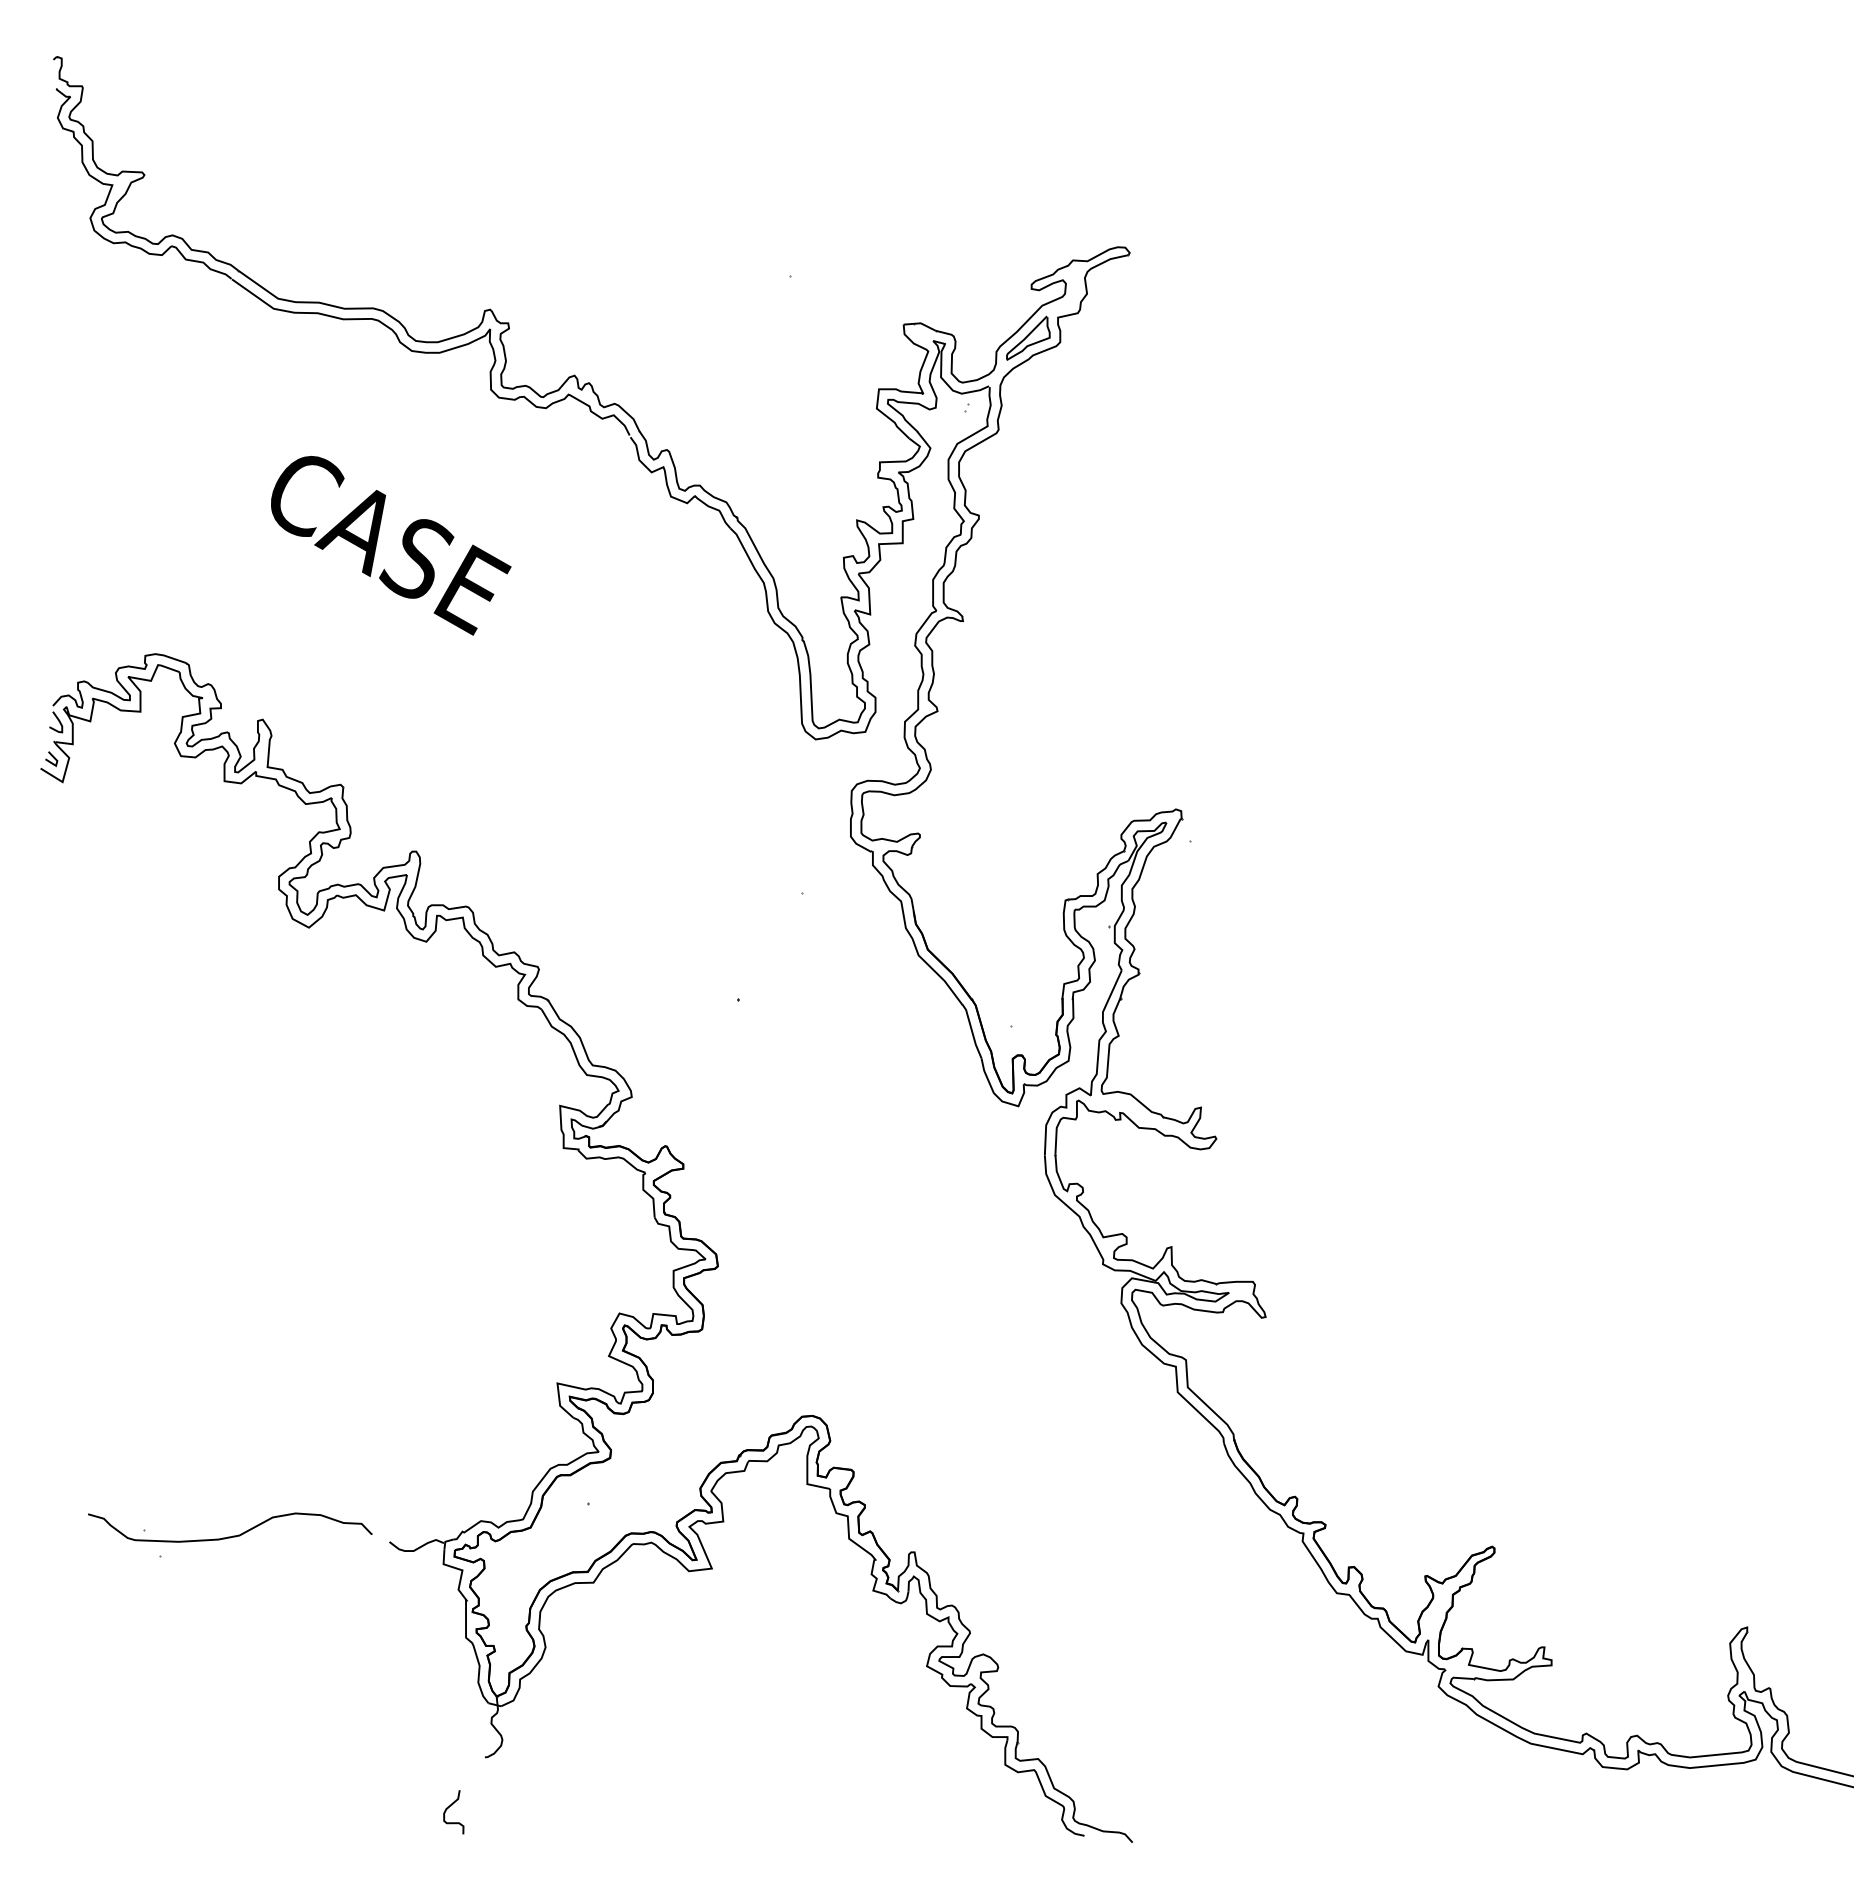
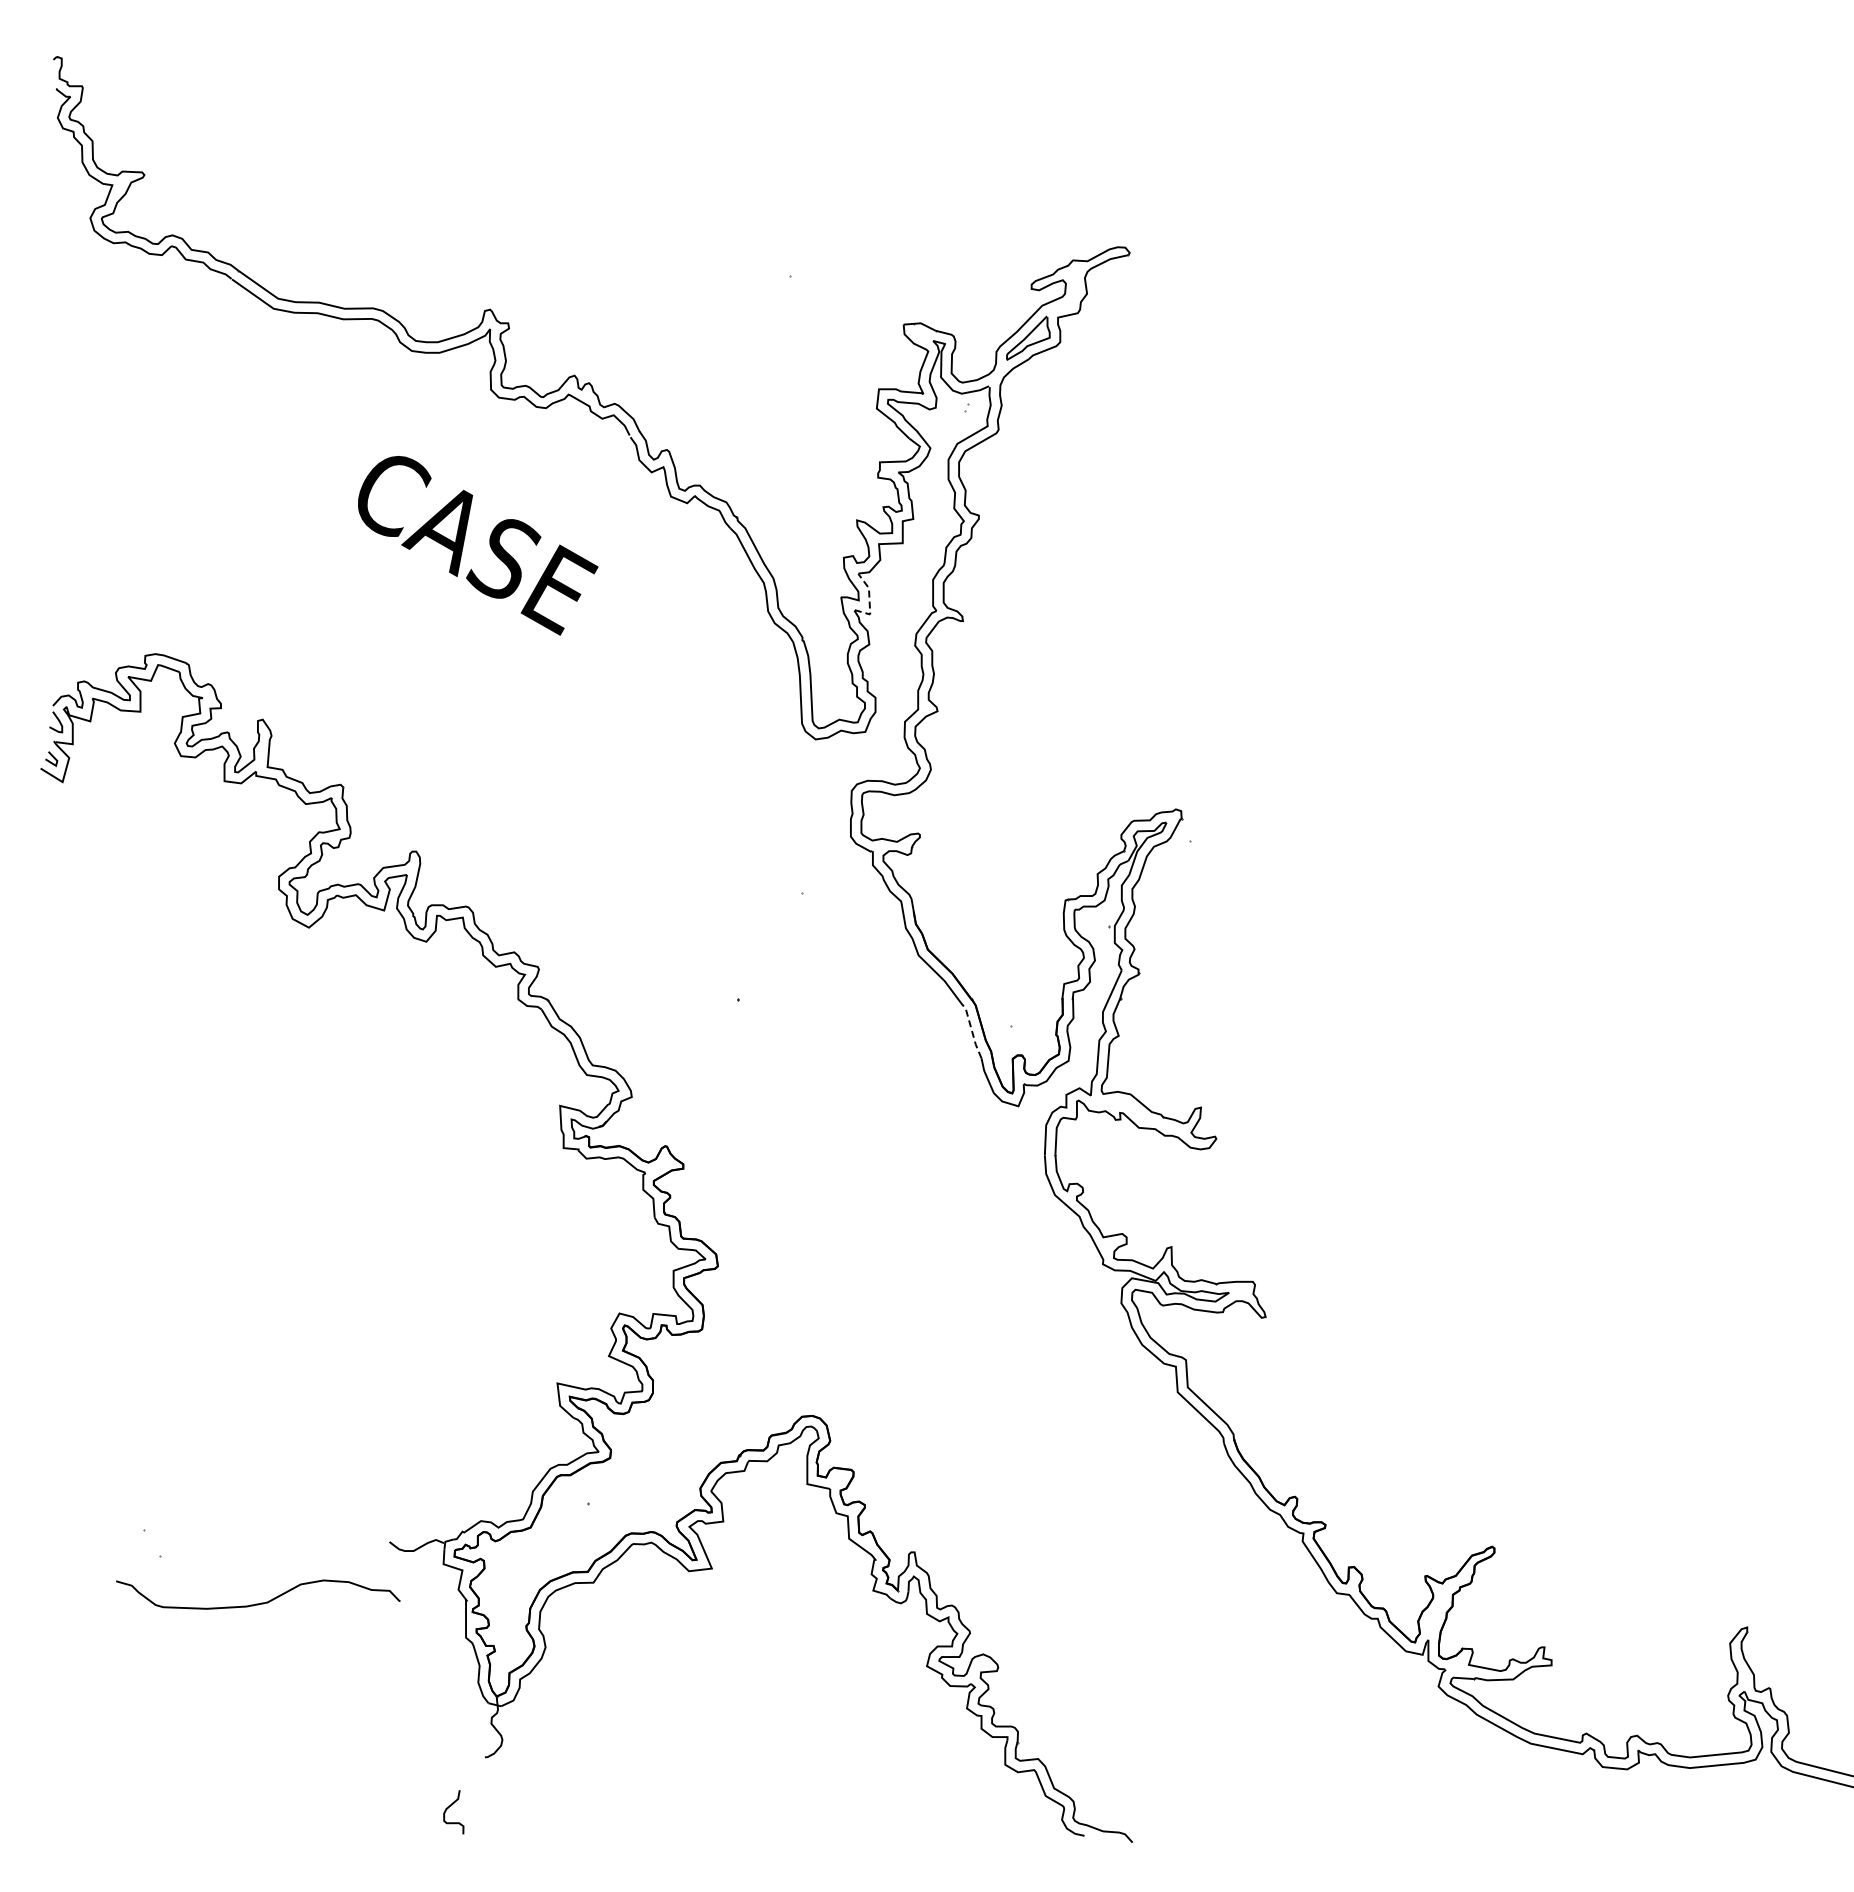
text at (391, 545) position: (391, 545) -> (478, 545)
line at (869, 600): solid -> dashed
line at (971, 1030): solid -> dashed
curve at (233, 1535) position: (233, 1535) -> (261, 1602)
